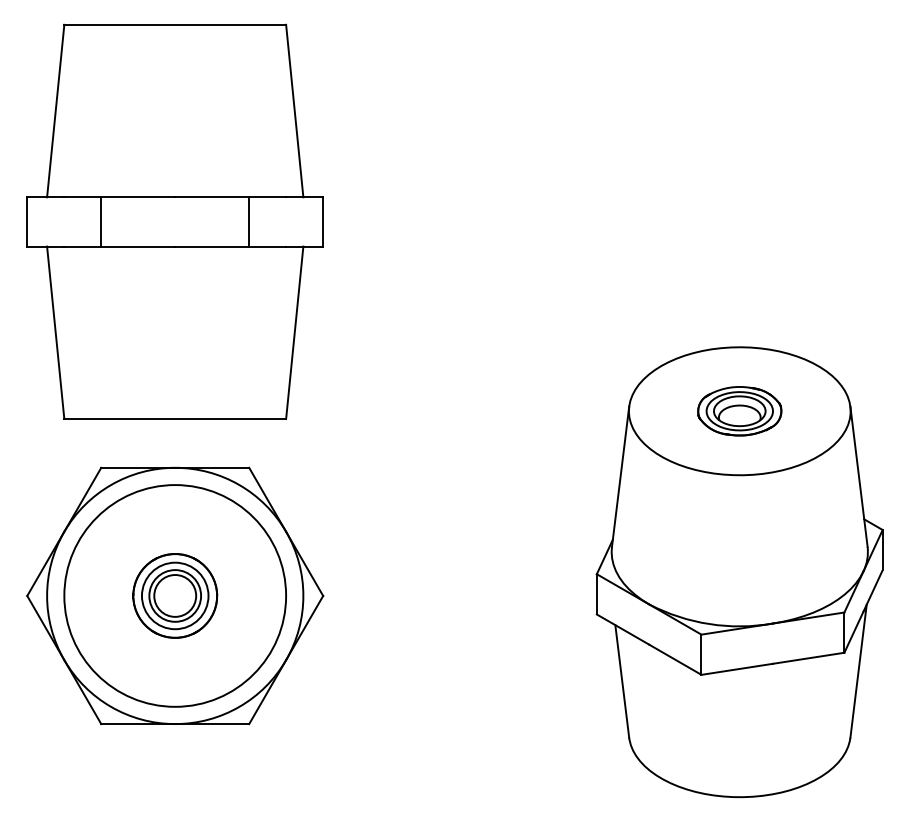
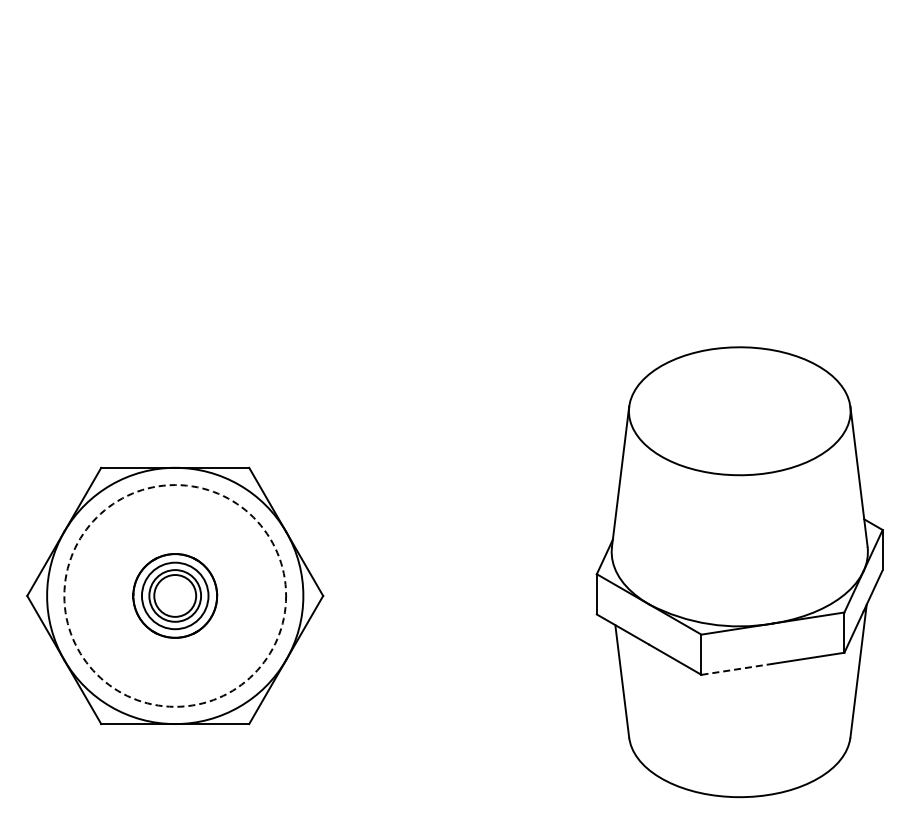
part at (174, 221): present -> none
part at (739, 411): present -> none
circle at (175, 595): solid -> dashed
line at (737, 669): solid -> dashed
